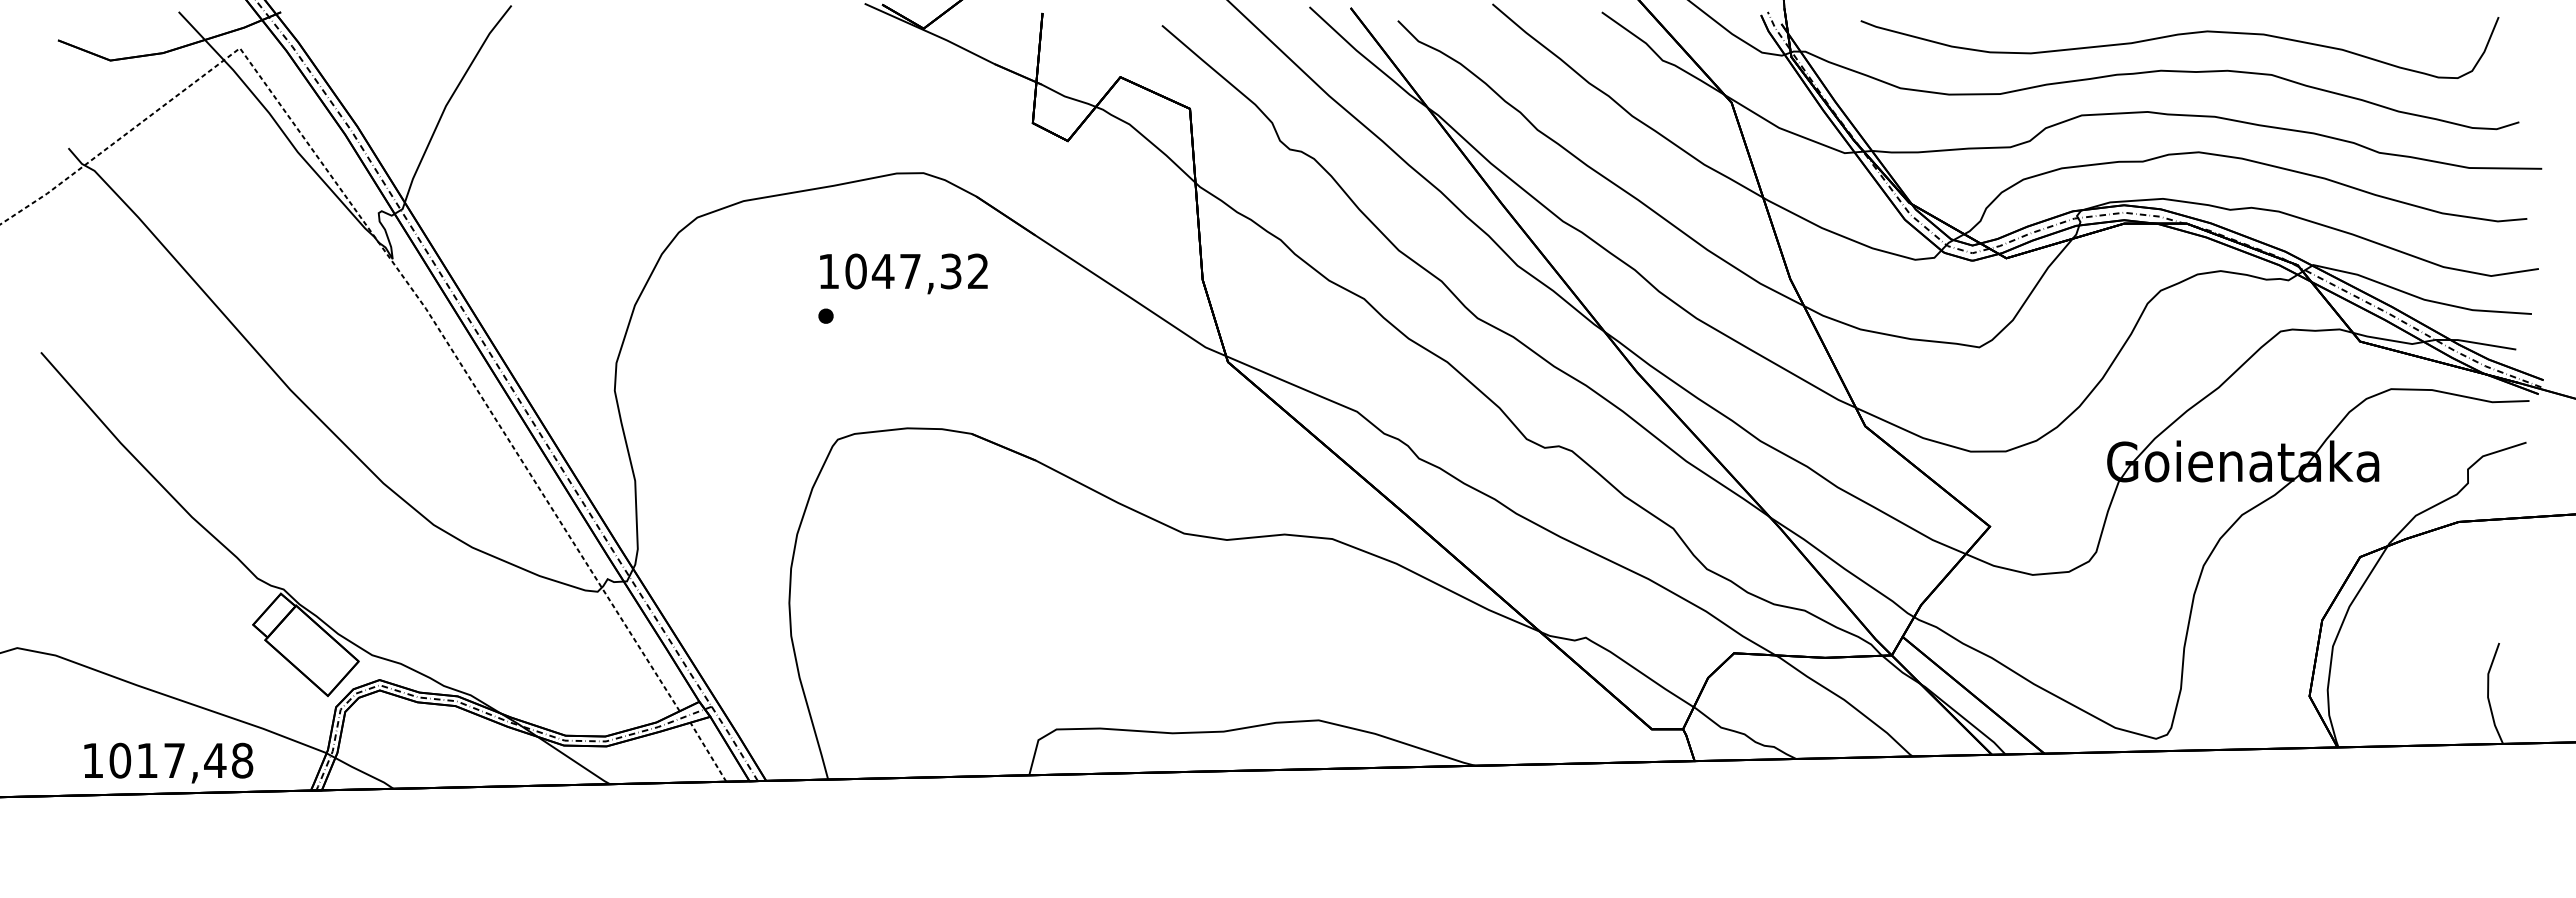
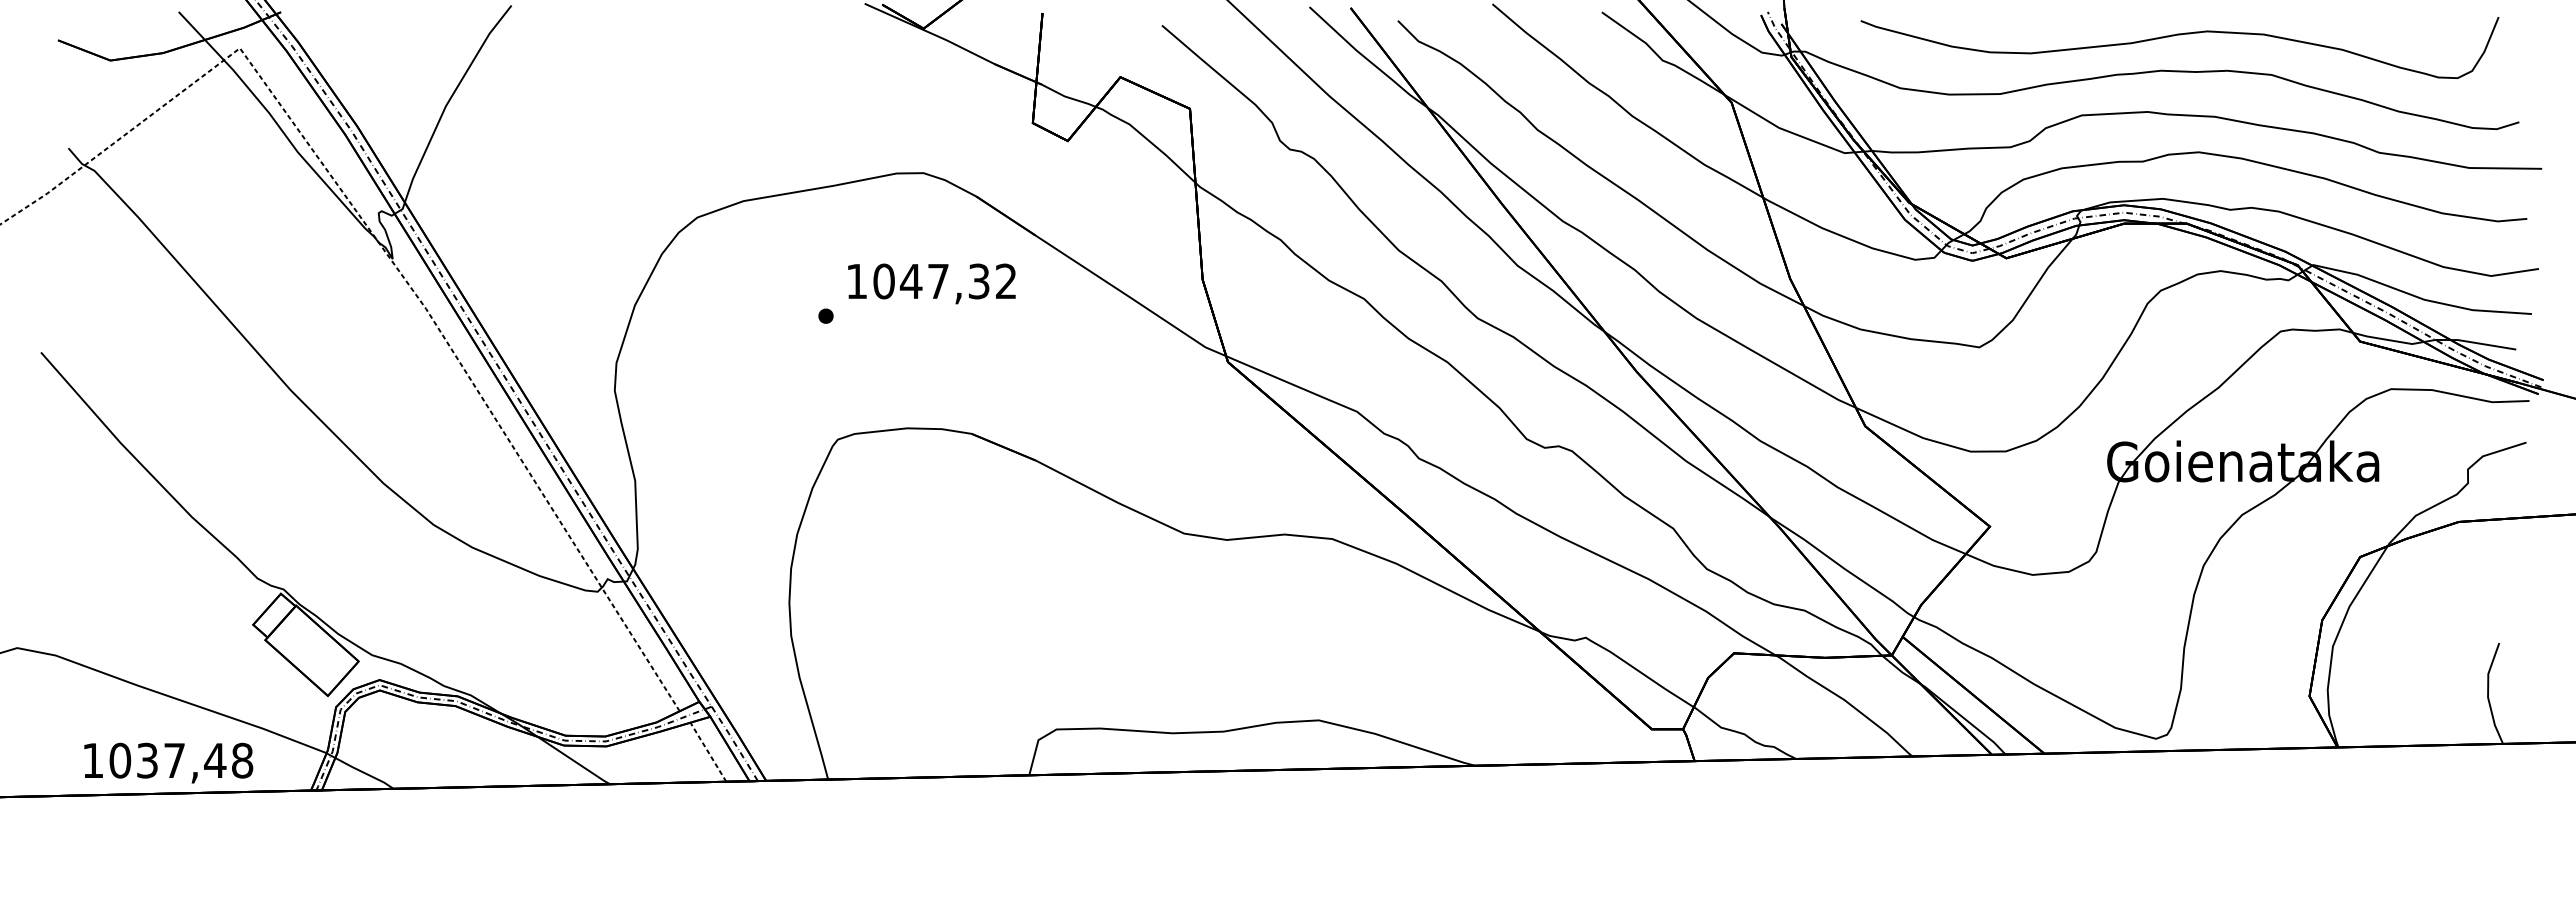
text at (903, 273) position: (903, 273) -> (931, 283)
text at (147, 760): 1017,48 -> 1037,48
